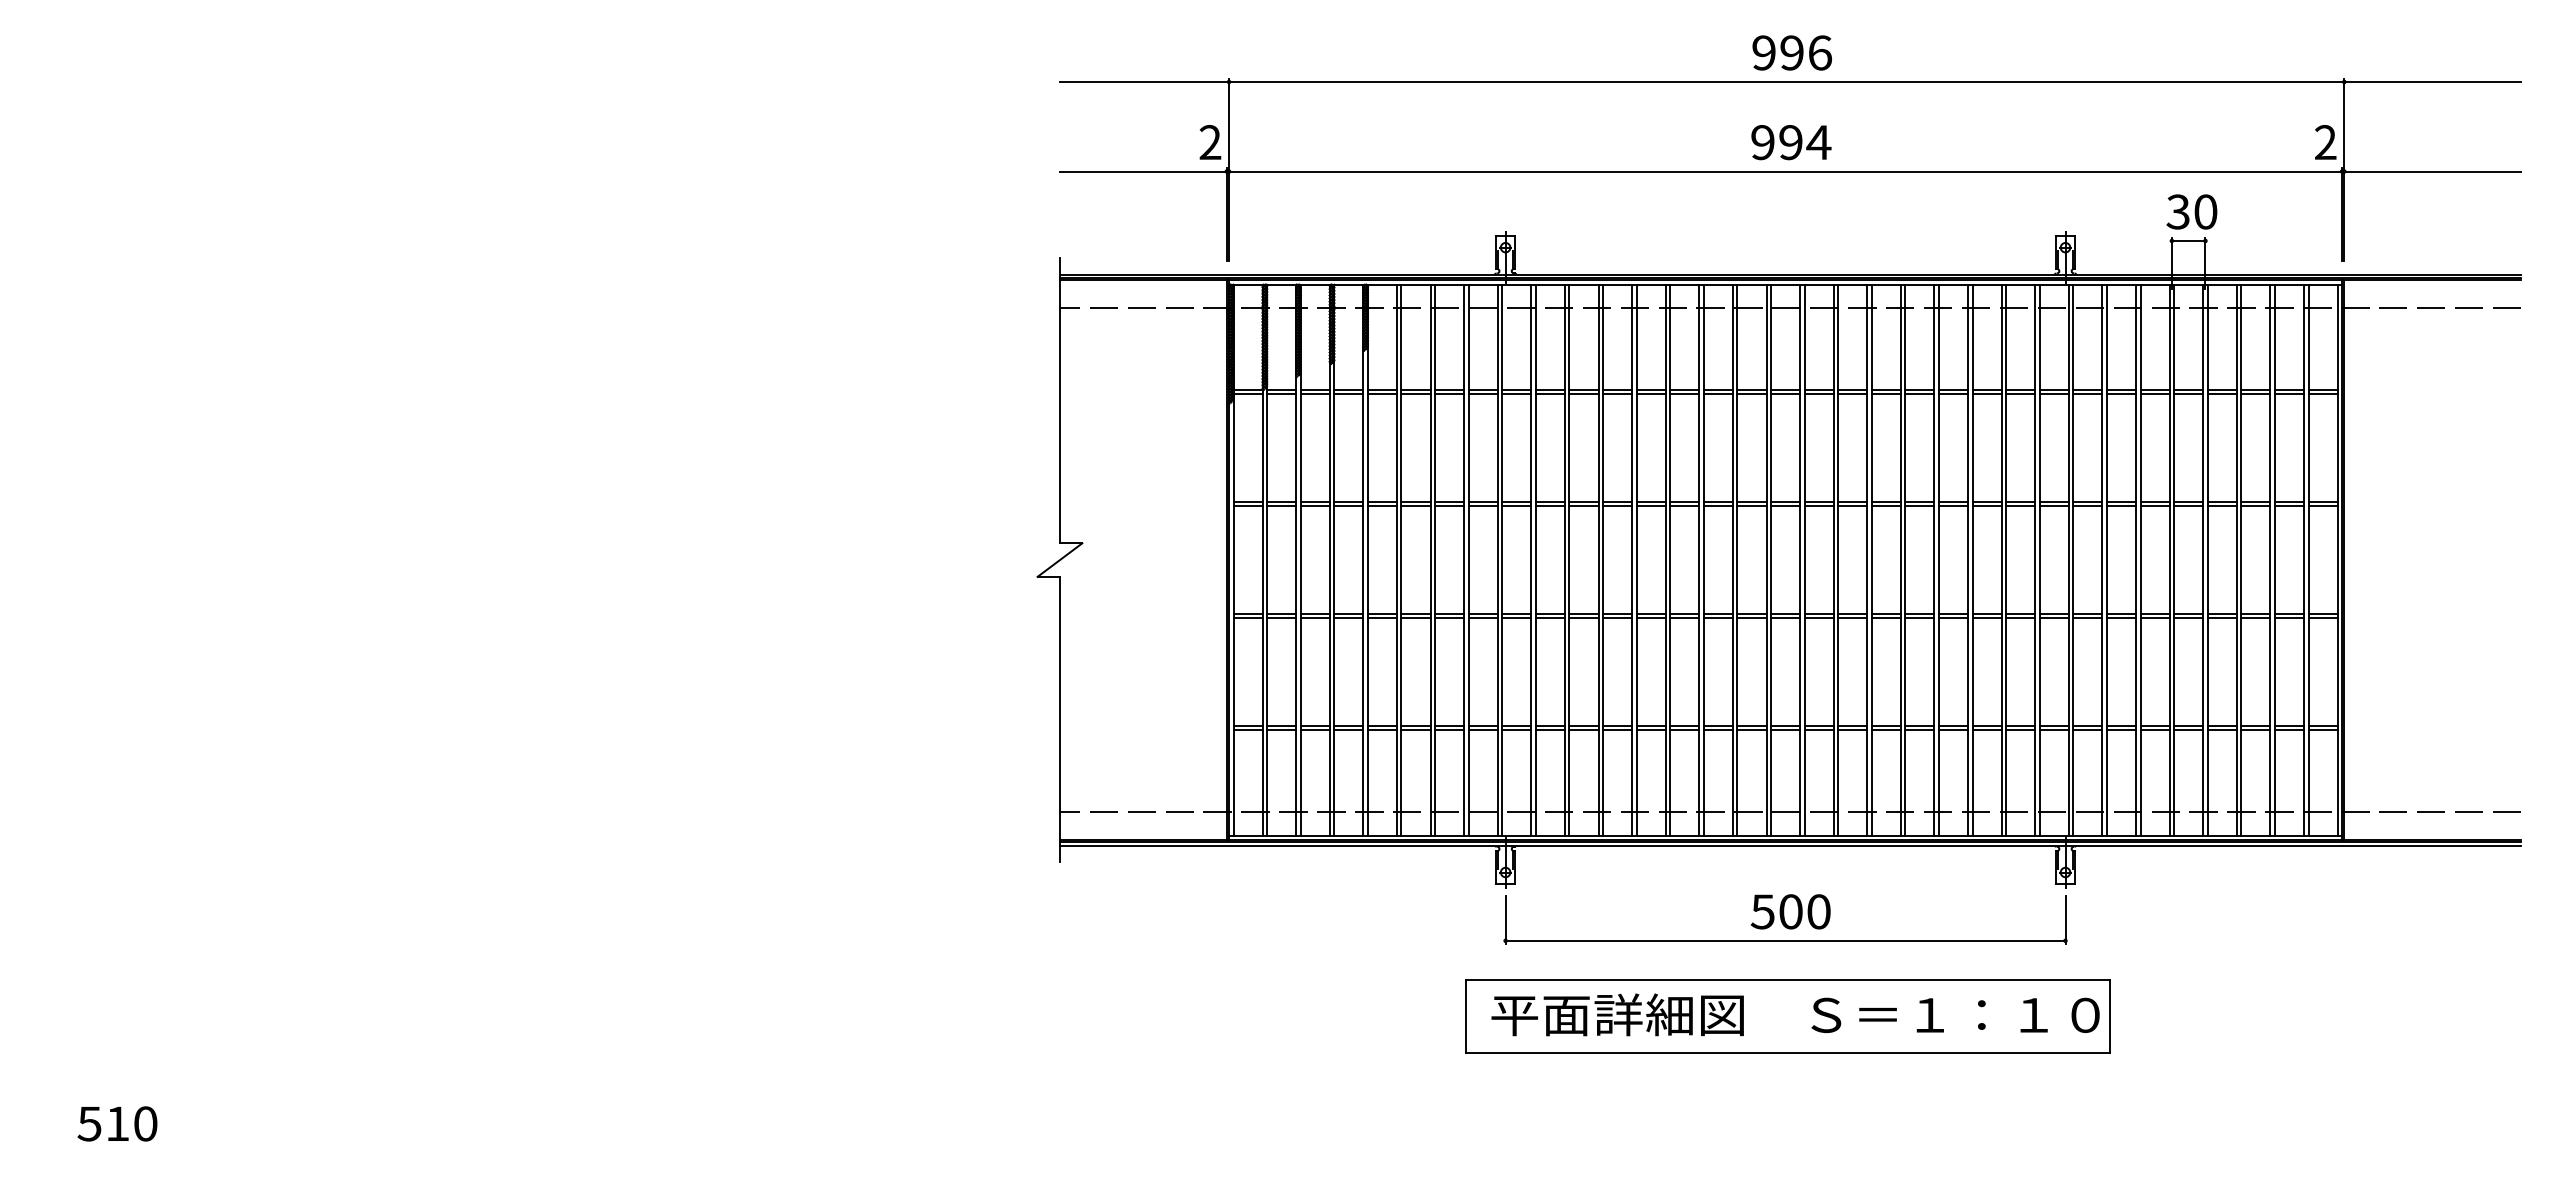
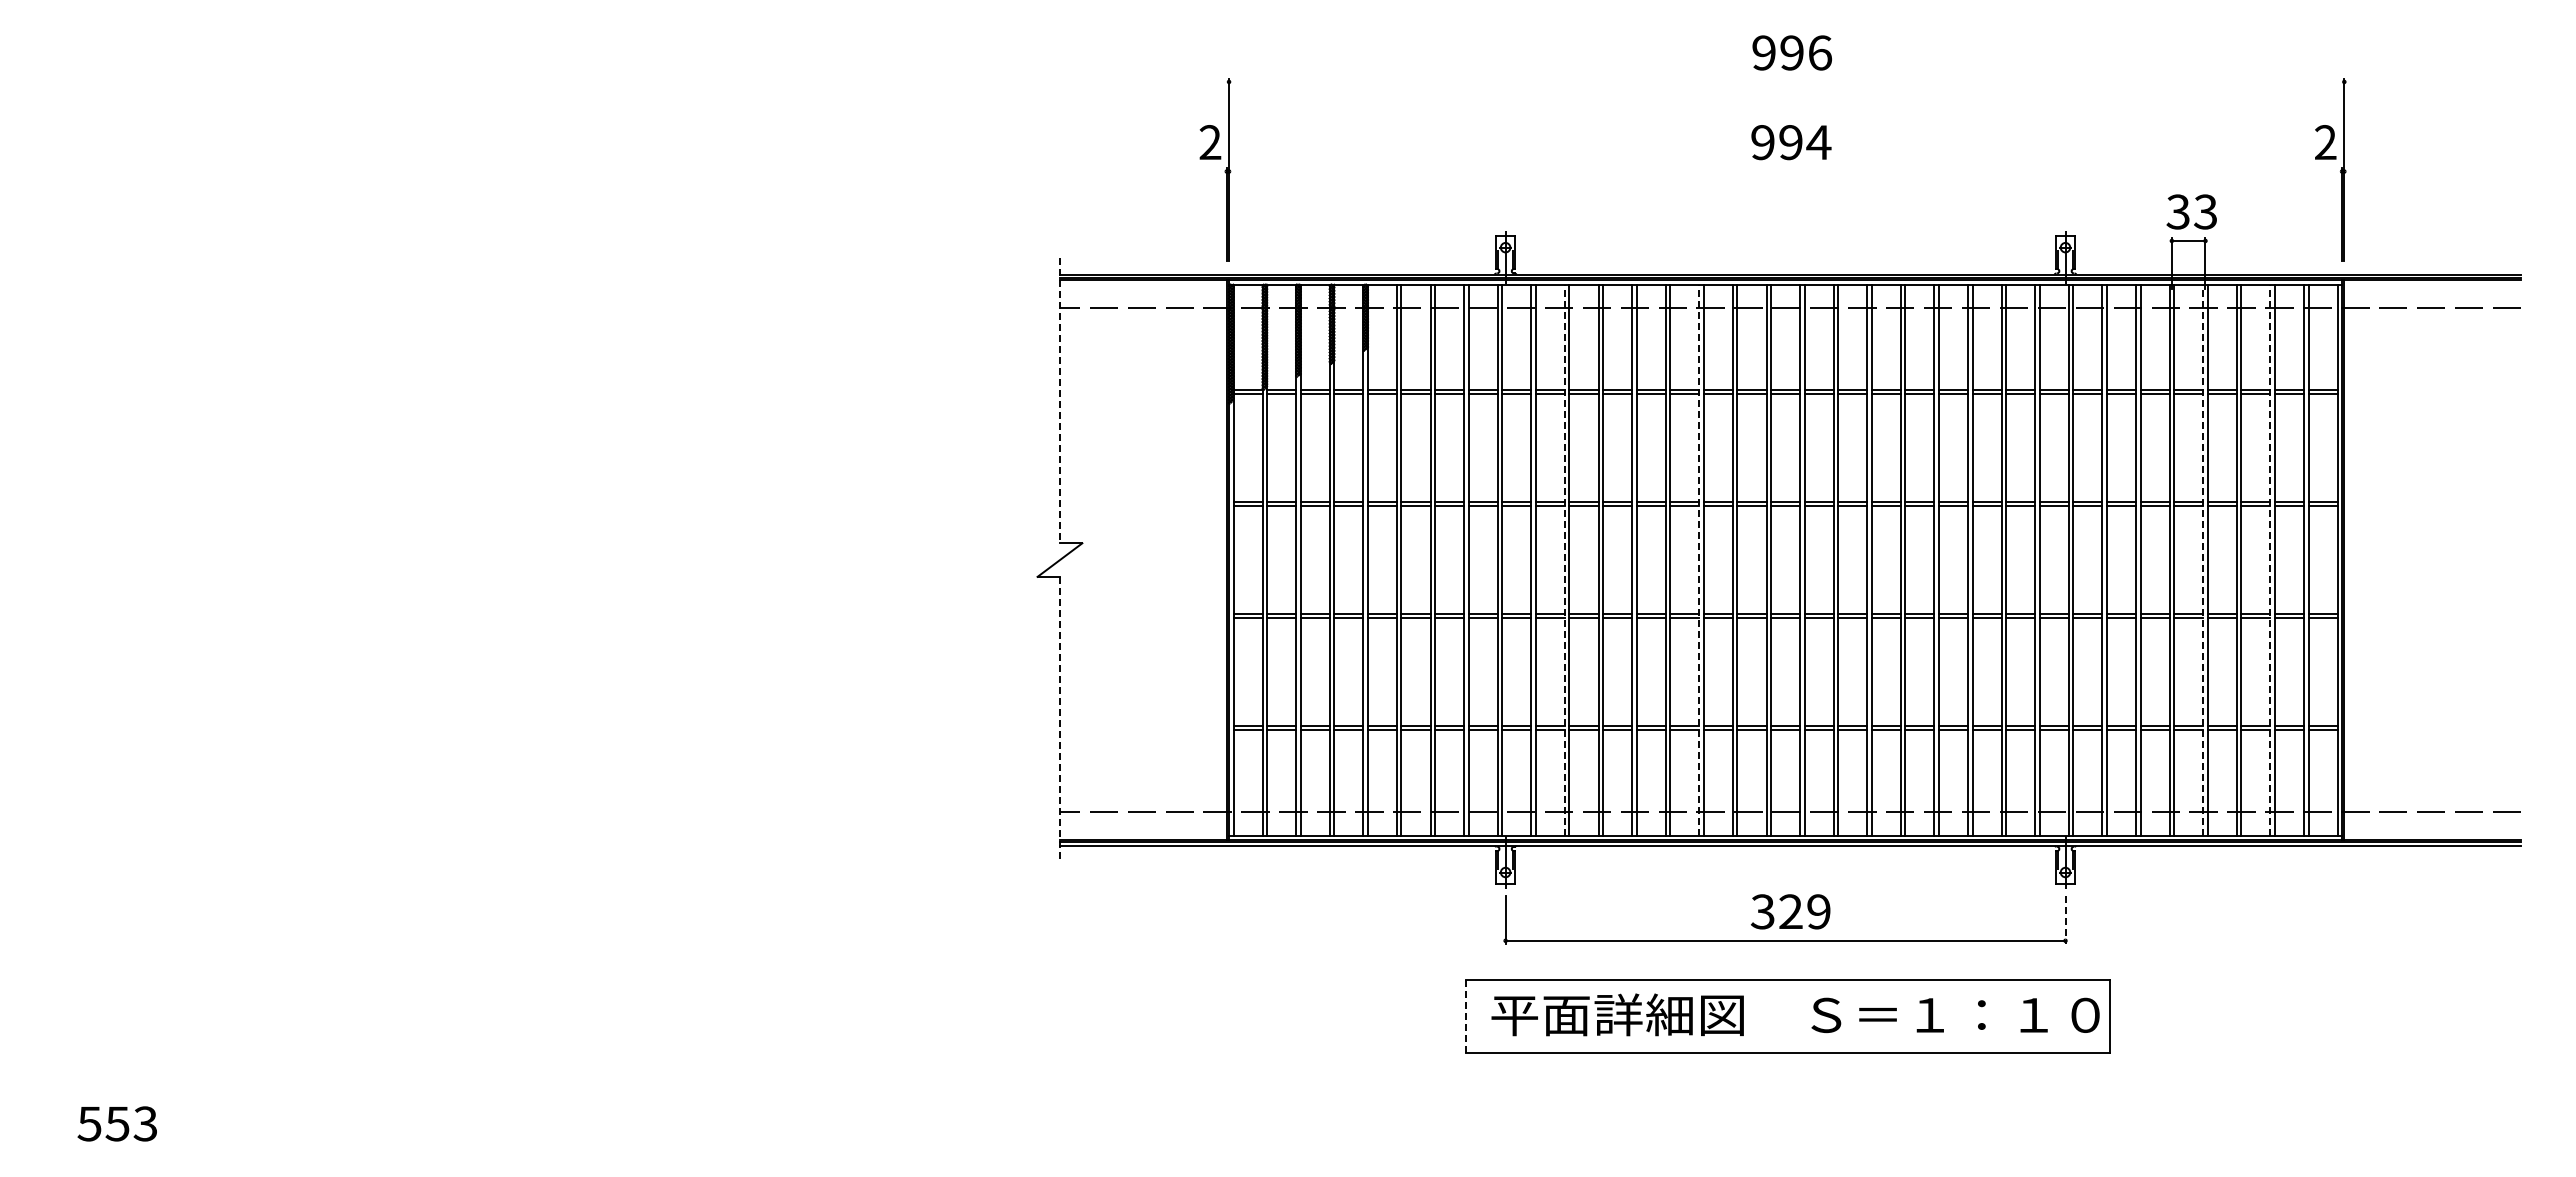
line at (1790, 81): present -> none
line at (1790, 171): present -> none
text at (2205, 211): 30 -> 33
line at (1059, 400): solid -> dashed
line at (1564, 559): solid -> dashed
line at (1699, 559): solid -> dashed
line at (2203, 559): solid -> dashed
line at (2270, 559): solid -> dashed
line at (1059, 719): solid -> dashed
text at (1790, 911): 500 -> 329
line at (2065, 920): solid -> dashed
line at (1466, 1015): solid -> dashed
text at (131, 1123): 510 -> 553
